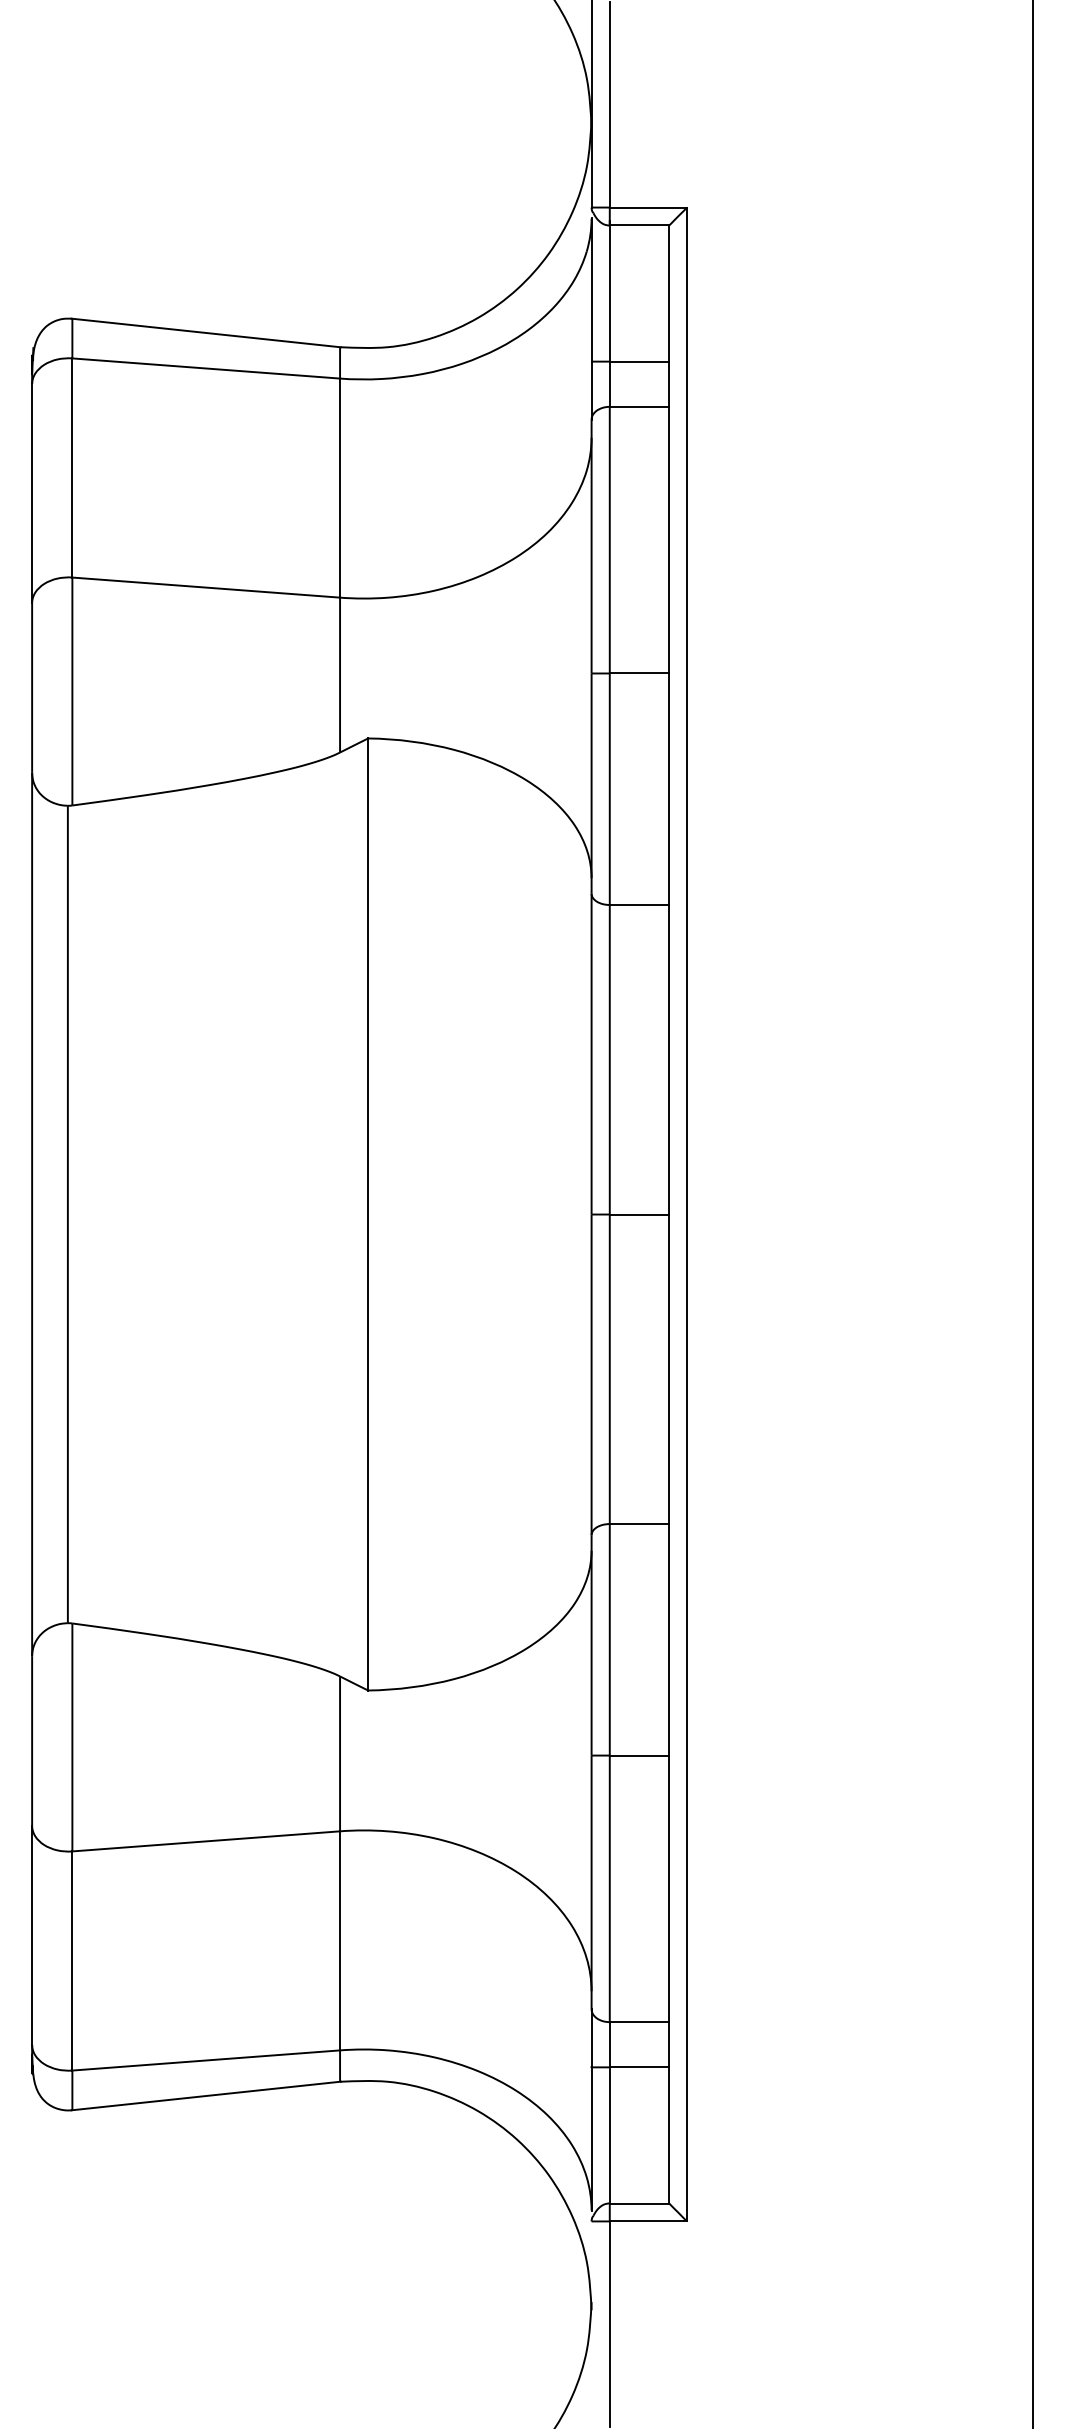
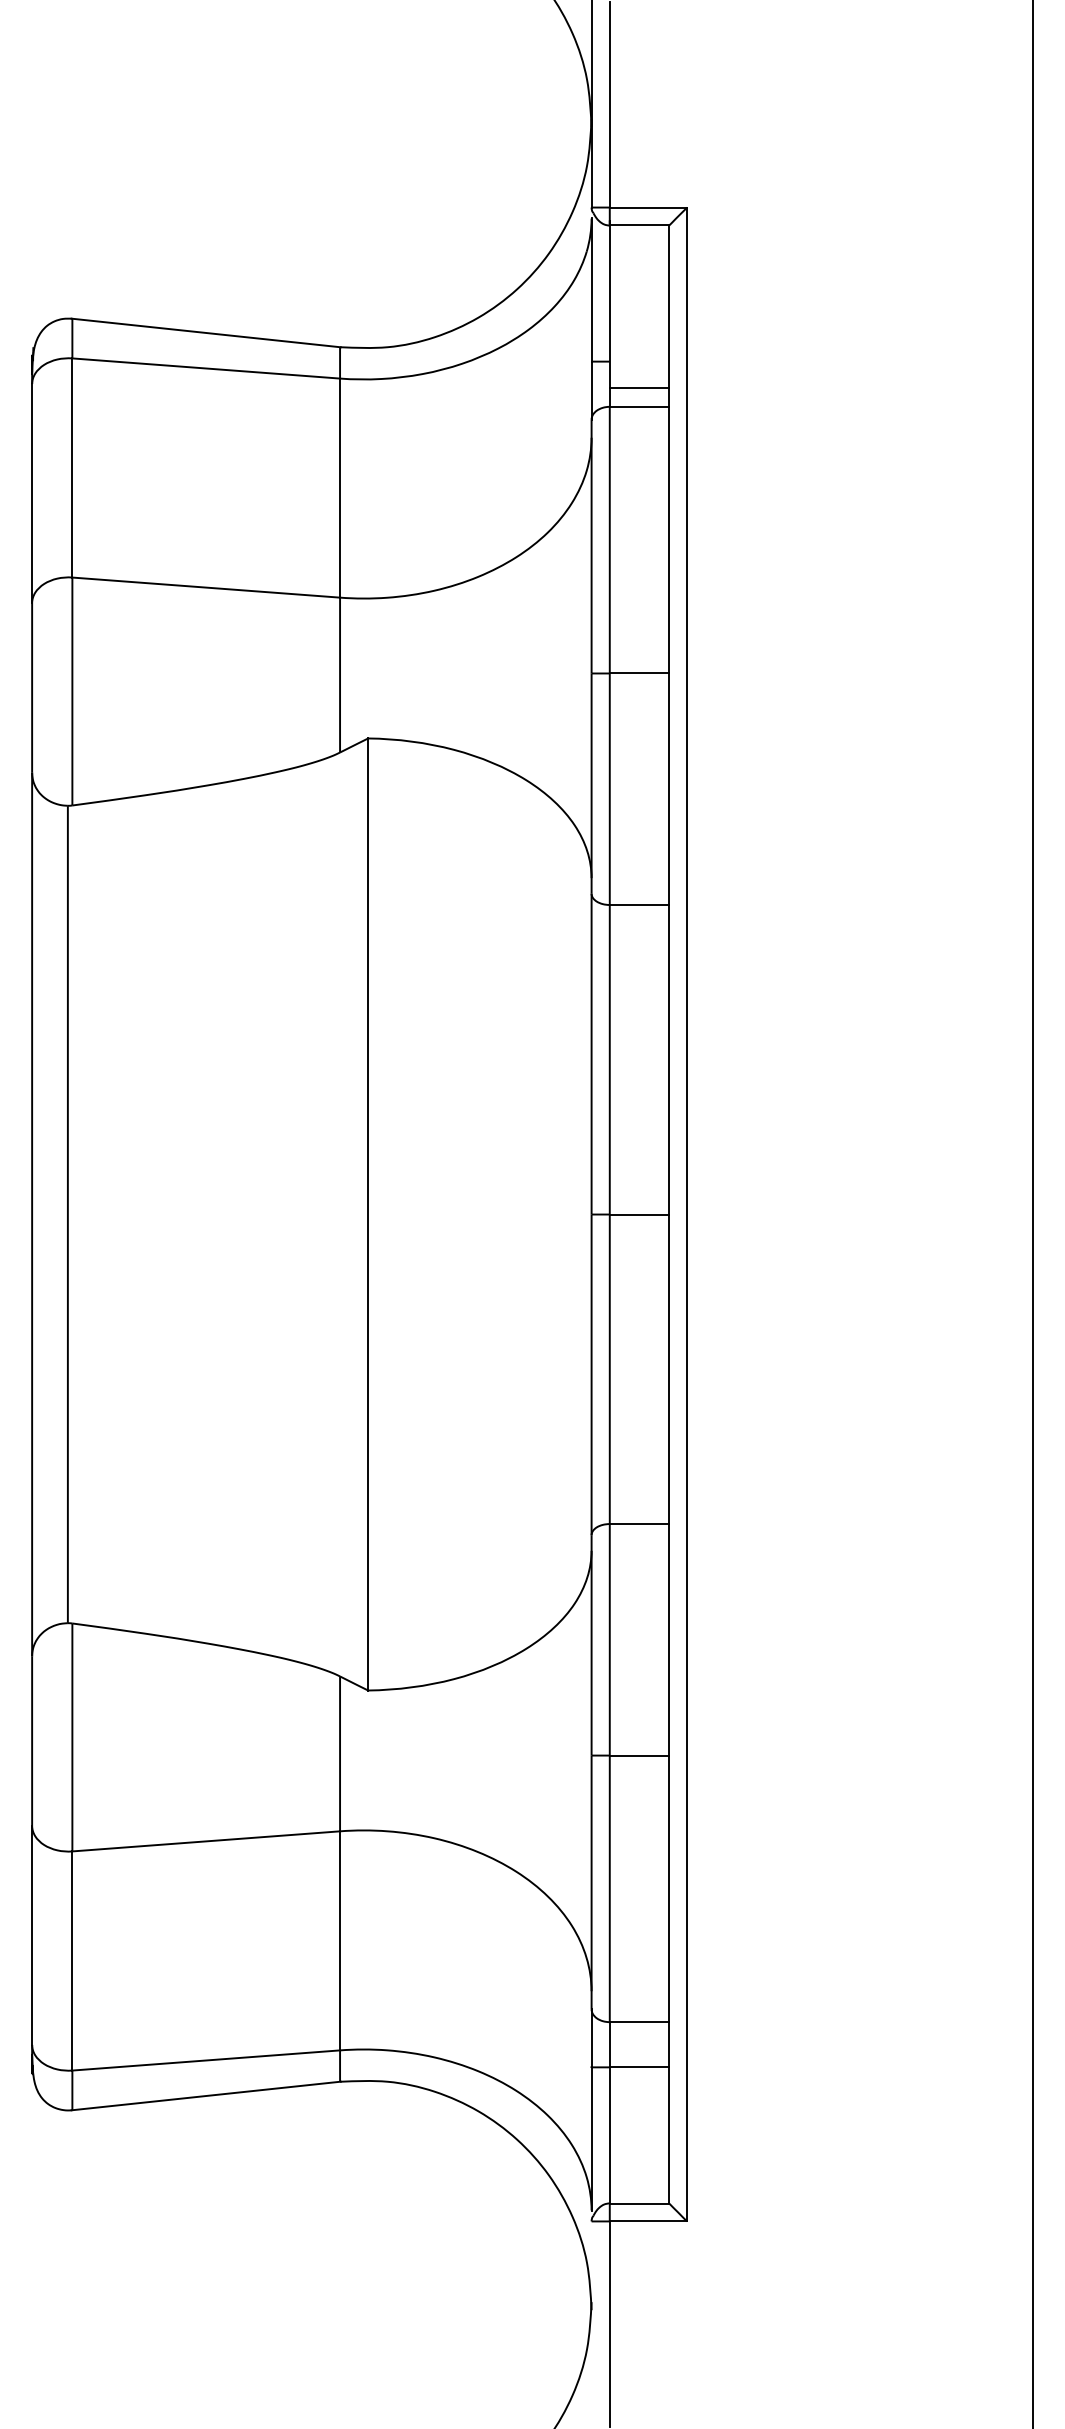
line at (638, 361) position: (638, 361) -> (638, 387)
